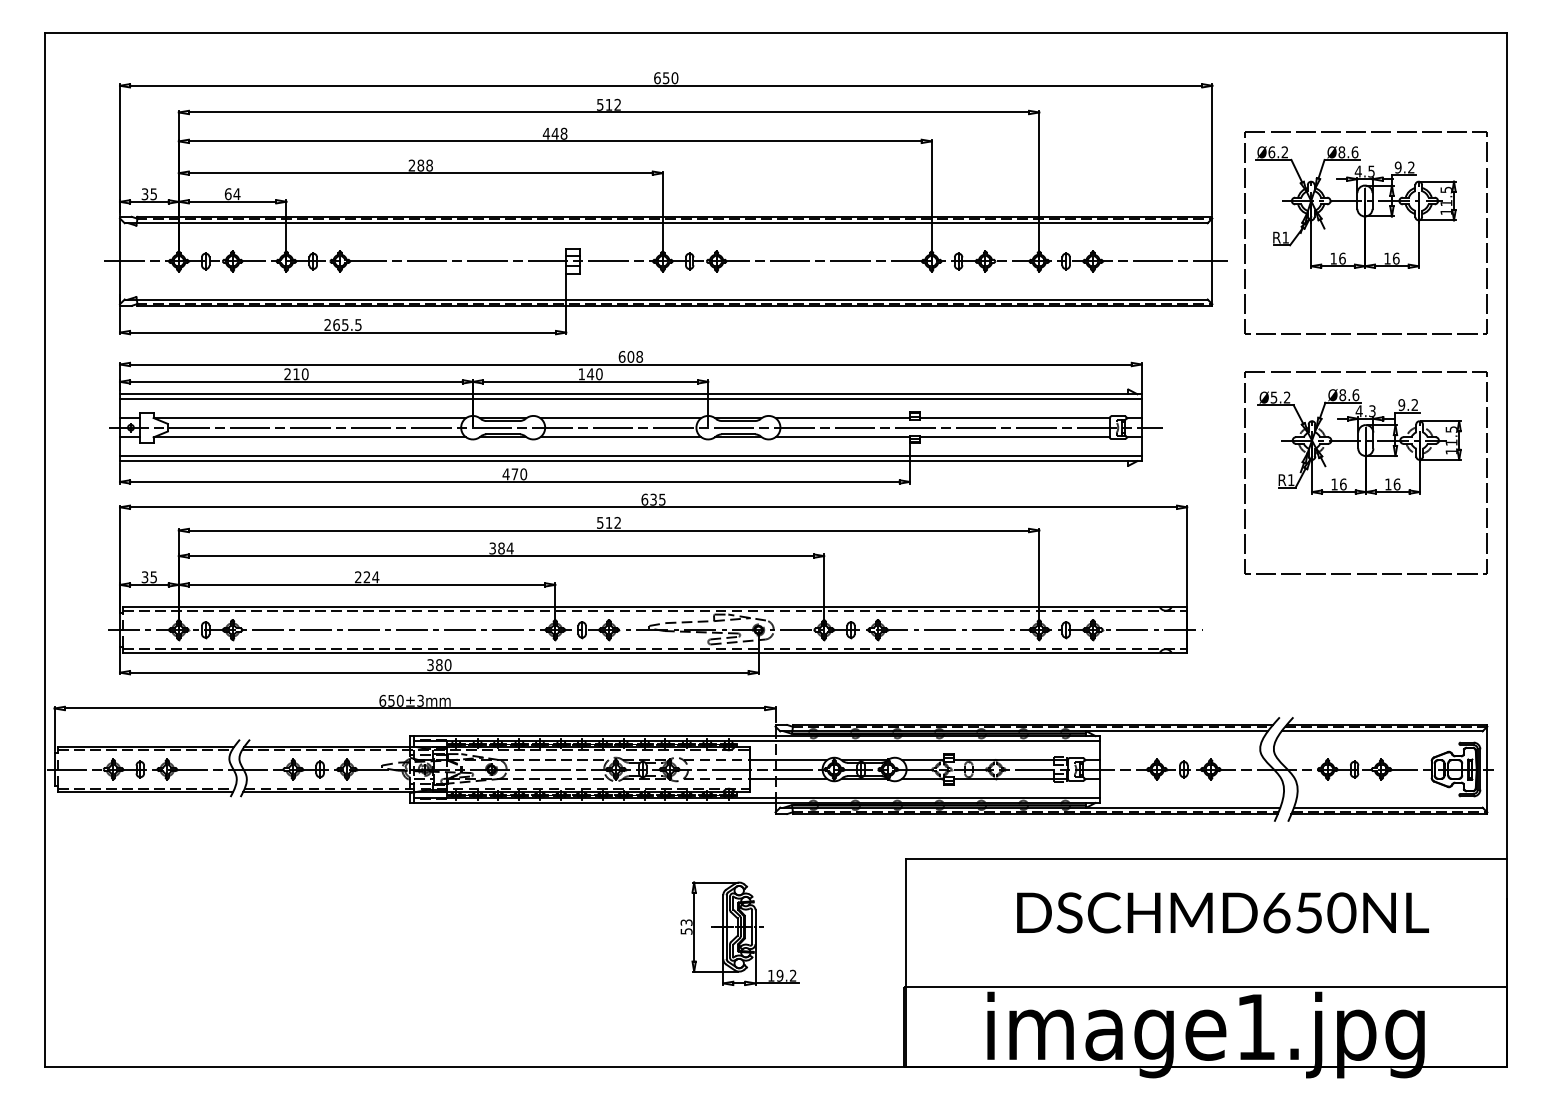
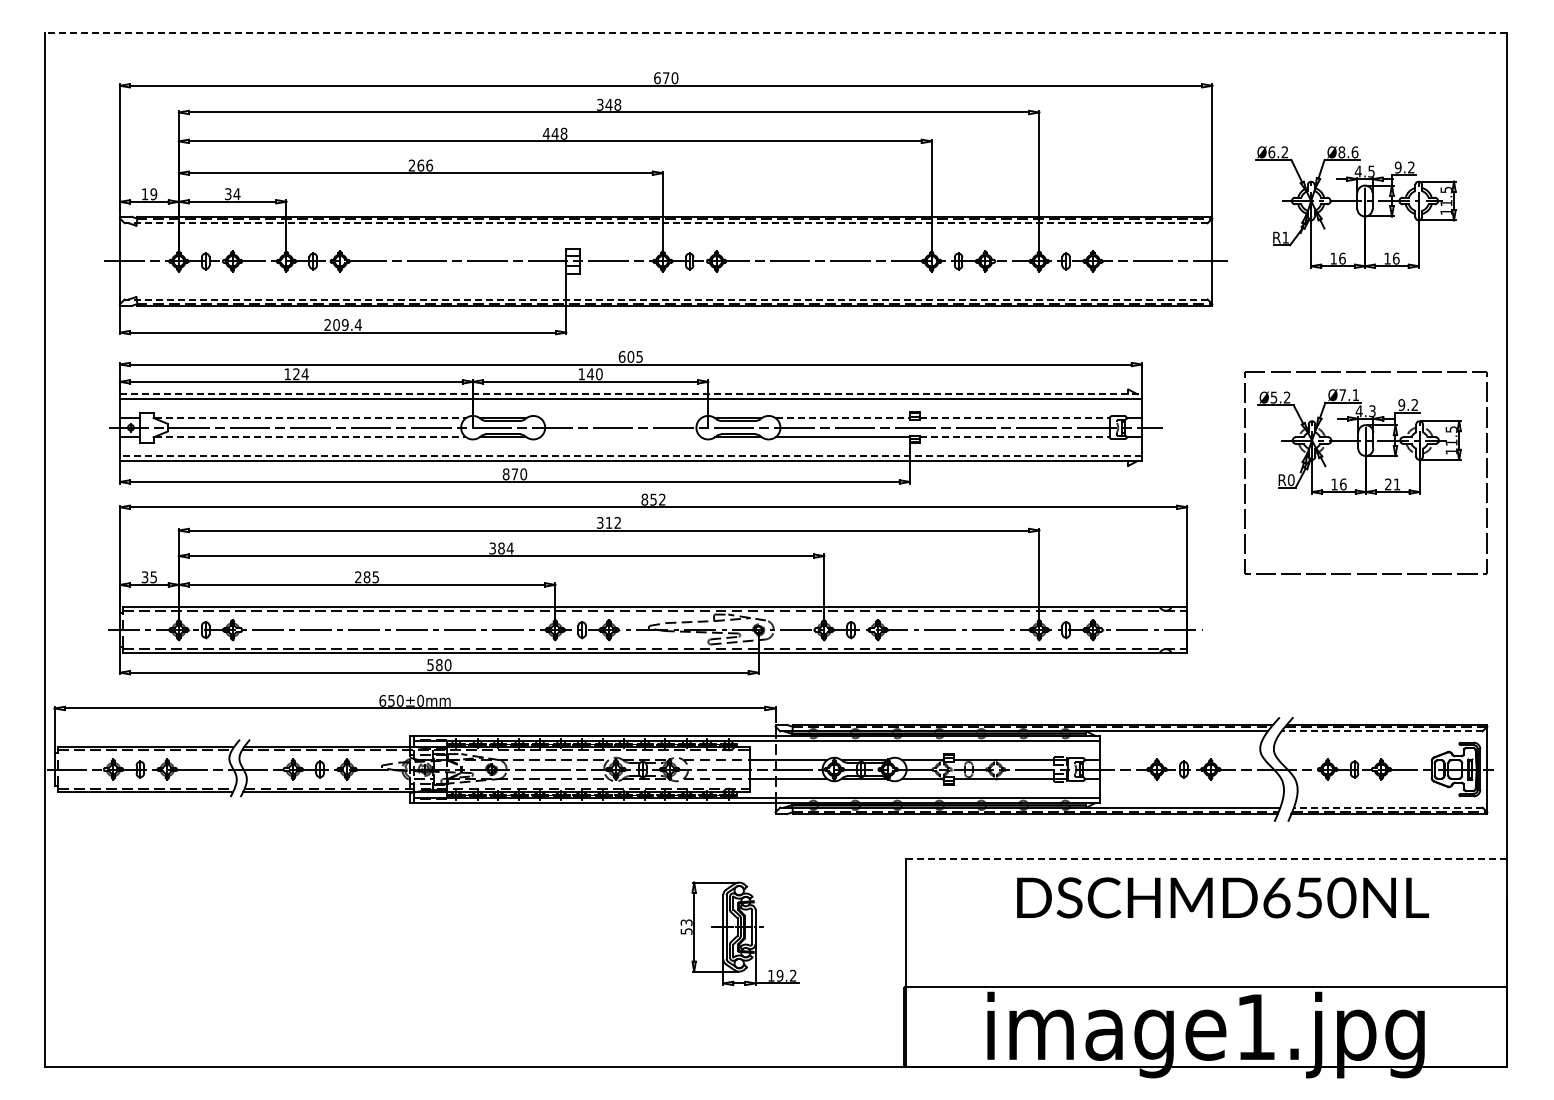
line at (775, 32): solid -> dashed
text at (665, 78): 650 -> 670
text at (609, 104): 512 -> 348
part at (1365, 132): present -> none
text at (425, 165): 288 -> 266
text at (149, 194): 35 -> 19
text at (227, 194): 64 -> 34
line at (665, 223): solid -> dashed
line at (665, 299): solid -> dashed
text at (347, 325): 265.5 -> 209.4
text at (639, 356): 608 -> 605
text at (296, 374): 210 -> 124
line at (630, 394): solid -> dashed
text at (1349, 395): Ø8.6 -> Ø7.1
line at (310, 418): solid -> dashed
line at (620, 418): present -> none
line at (842, 418): solid -> dashed
line at (1014, 418): solid -> dashed
line at (310, 436): solid -> dashed
line at (620, 436): present -> none
line at (1014, 436): solid -> dashed
line at (630, 456): solid -> dashed
text at (505, 474): 470 -> 870
text at (1290, 480): R1 -> R0
text at (1392, 484): 16 -> 21
text at (653, 499): 635 -> 852
text at (600, 521): 512 -> 312
text at (371, 577): 224 -> 285
text at (430, 664): 380 -> 580
text at (420, 700): 650±3mm -> 650±0mm
line at (1382, 731): solid -> dashed
line at (1387, 807): solid -> dashed
line at (1206, 859): solid -> dashed
text at (1222, 912) position: (1222, 912) -> (1222, 897)
